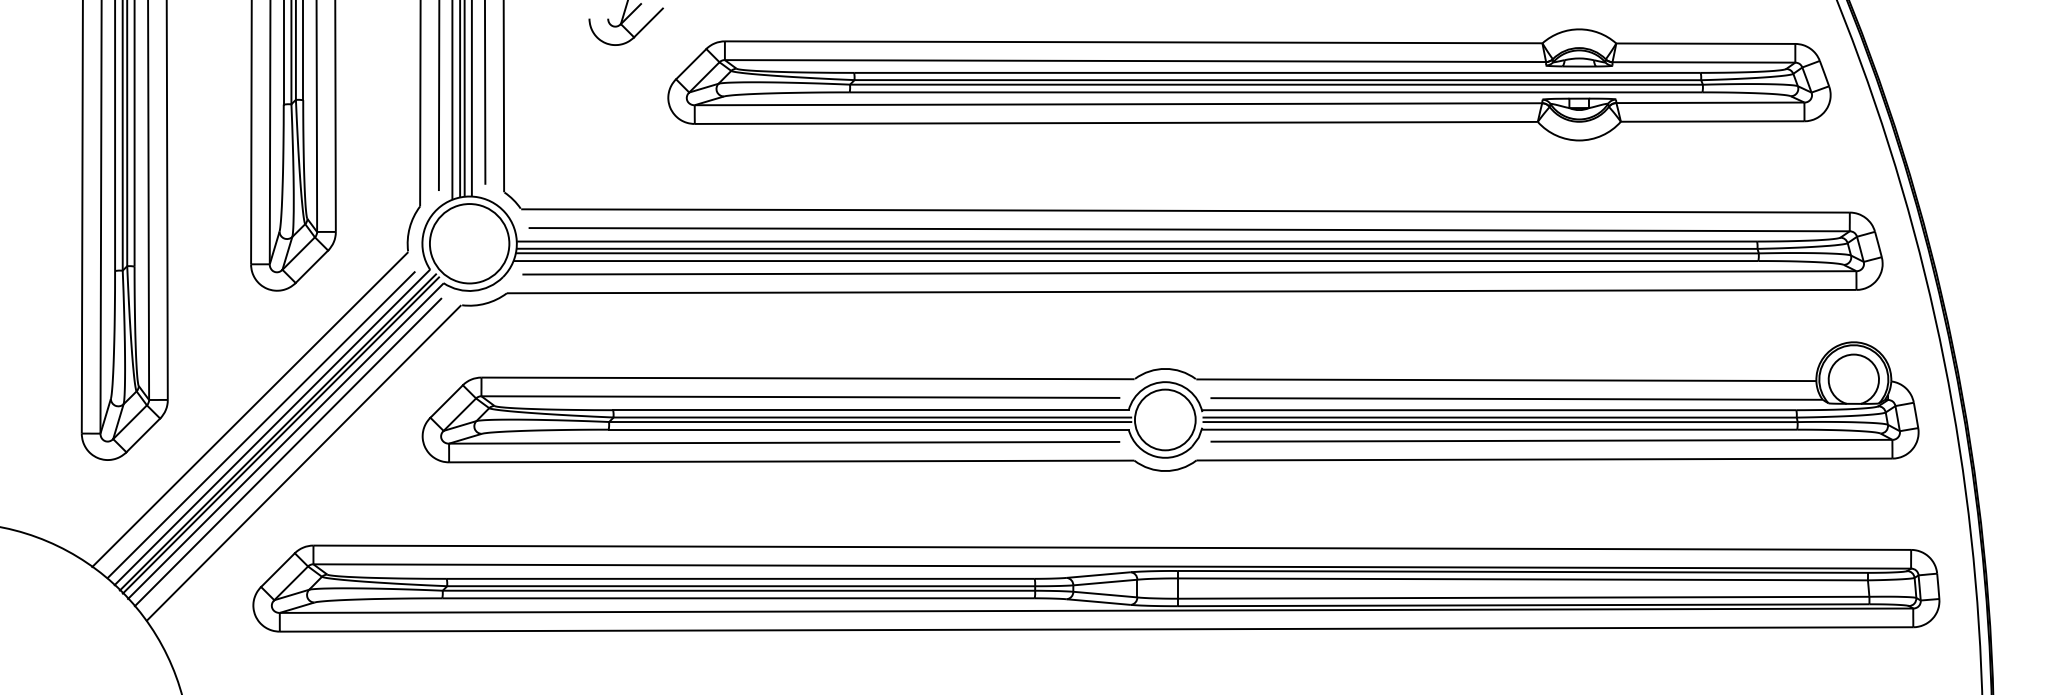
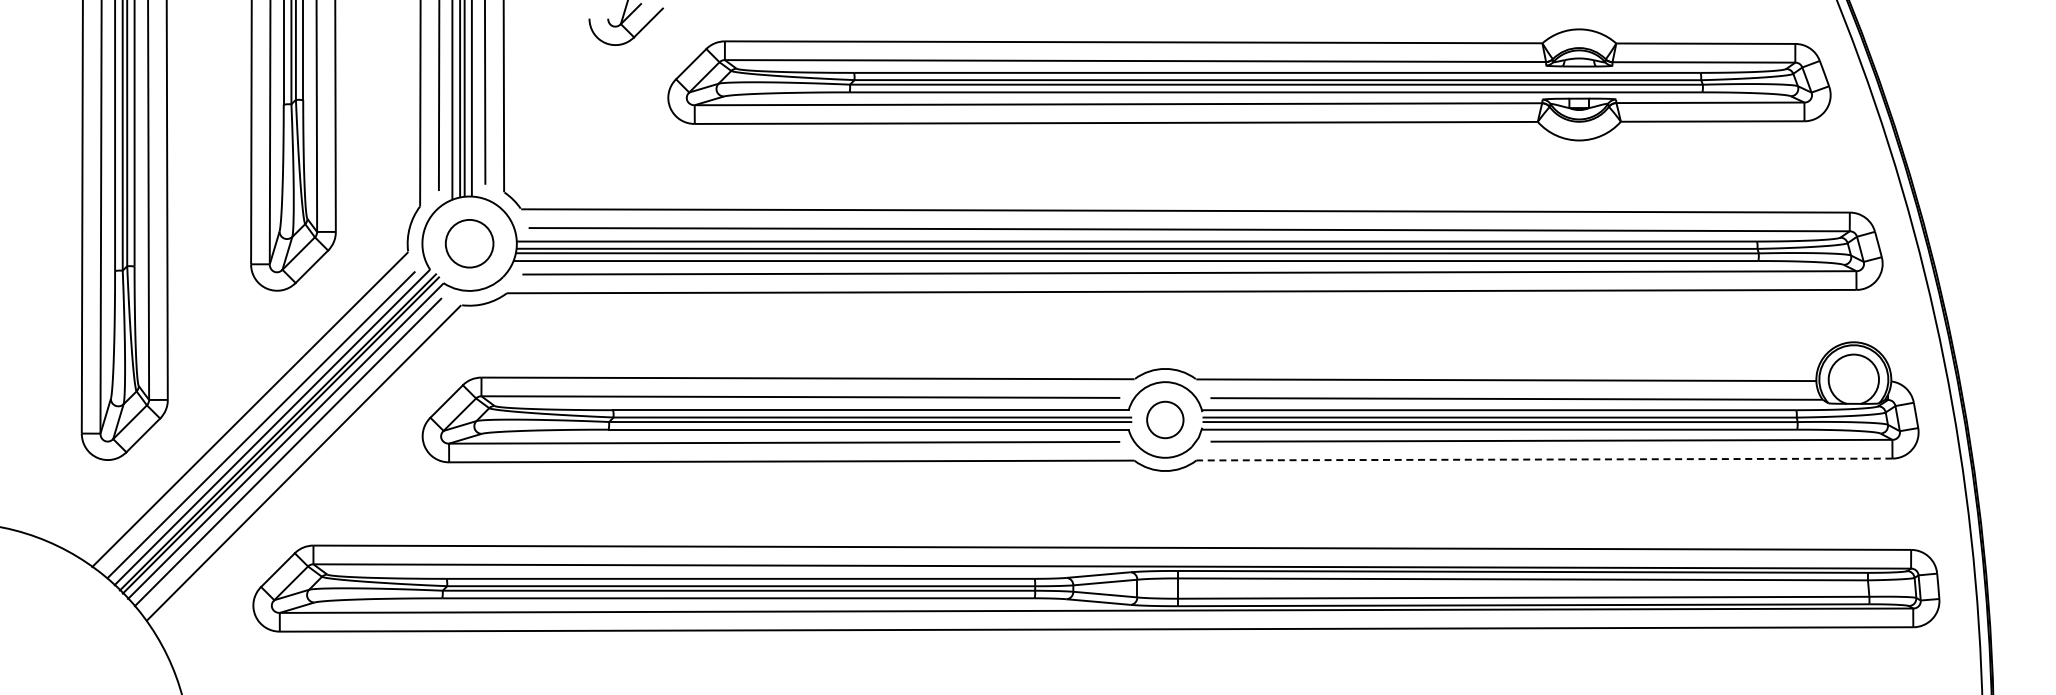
circle at (469, 243) diameter: 79 px -> 48 px
circle at (1164, 419) diameter: 61 px -> 36 px
line at (1545, 459): solid -> dashed
